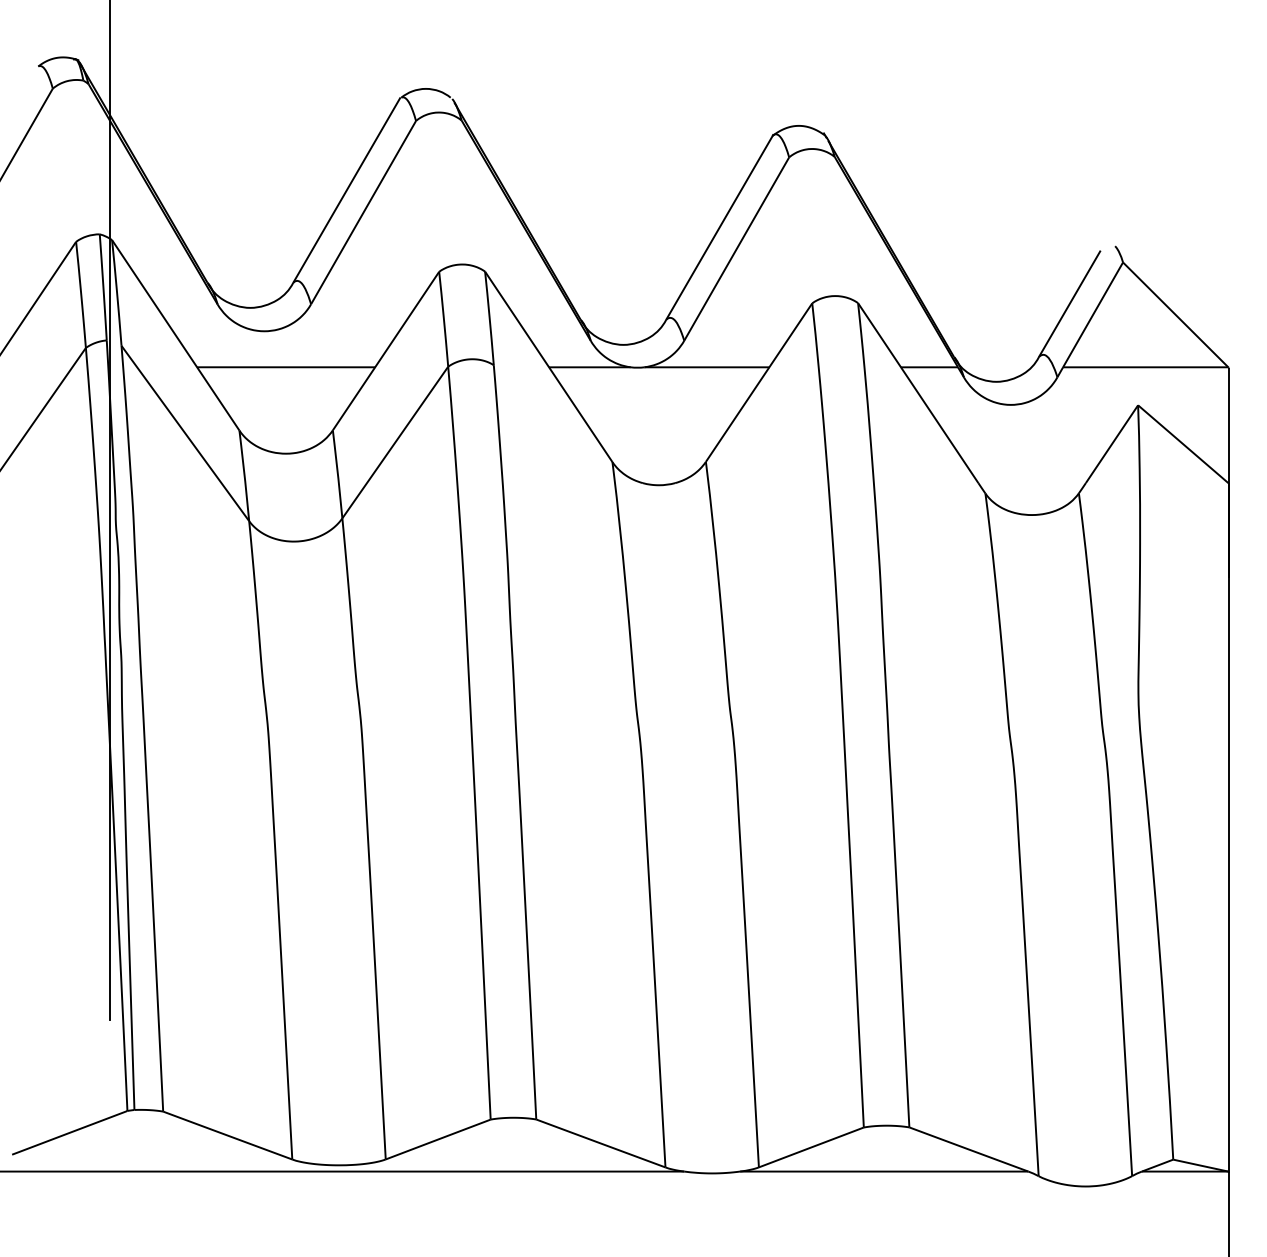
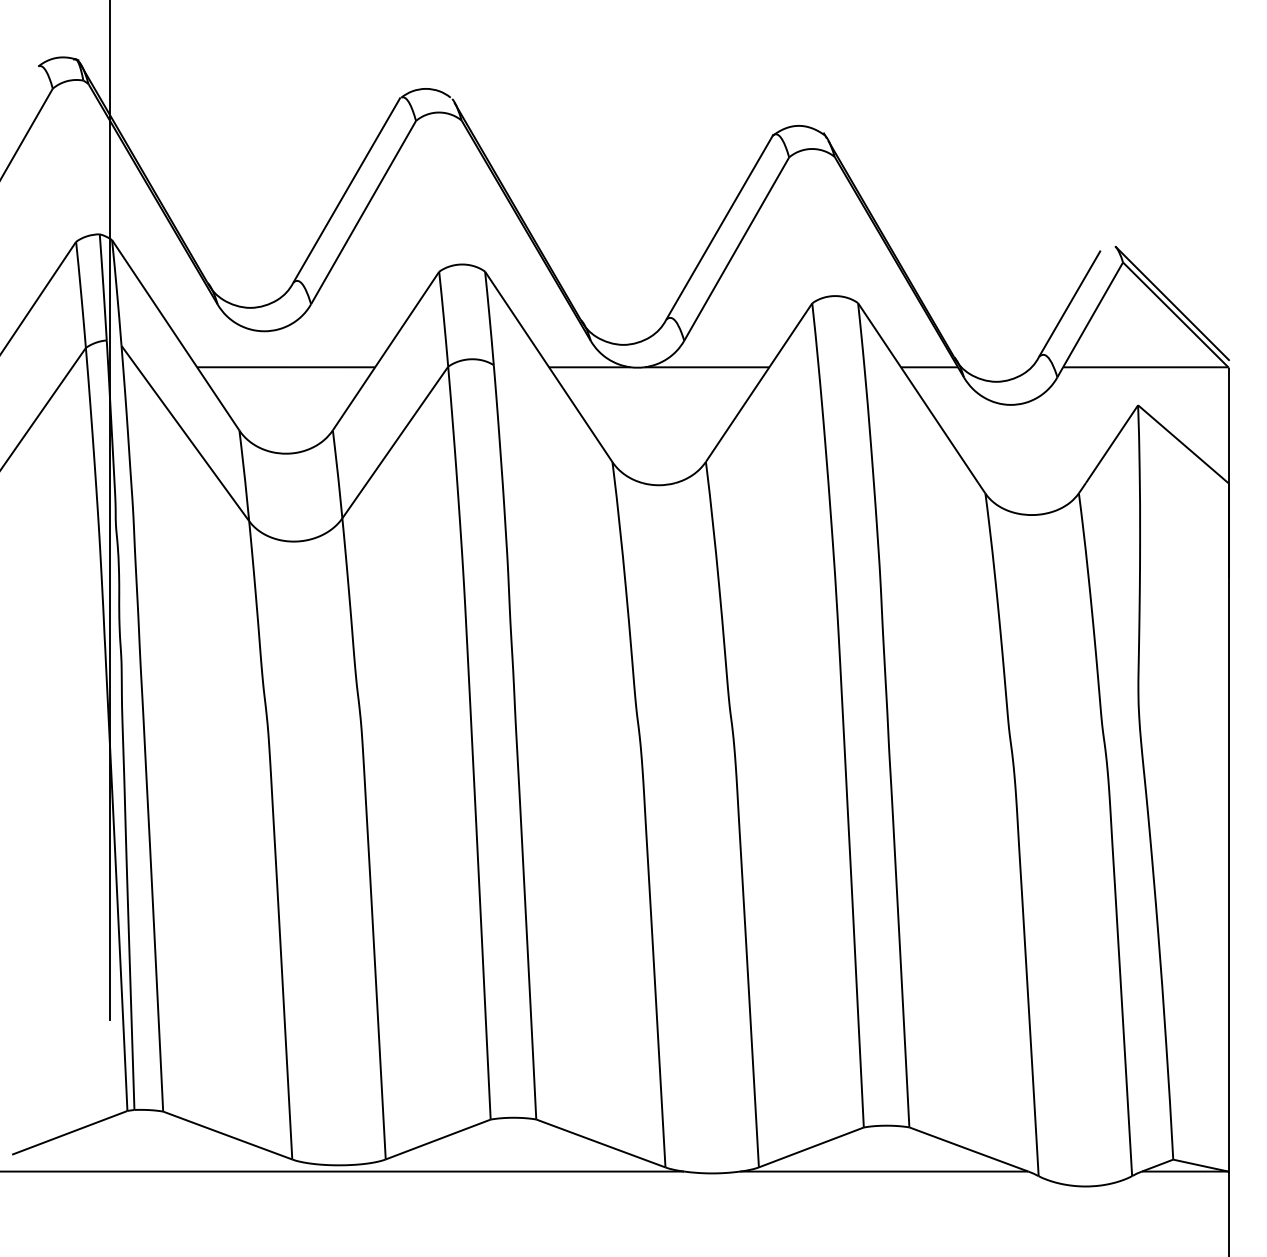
line at (1172, 303): none -> present
